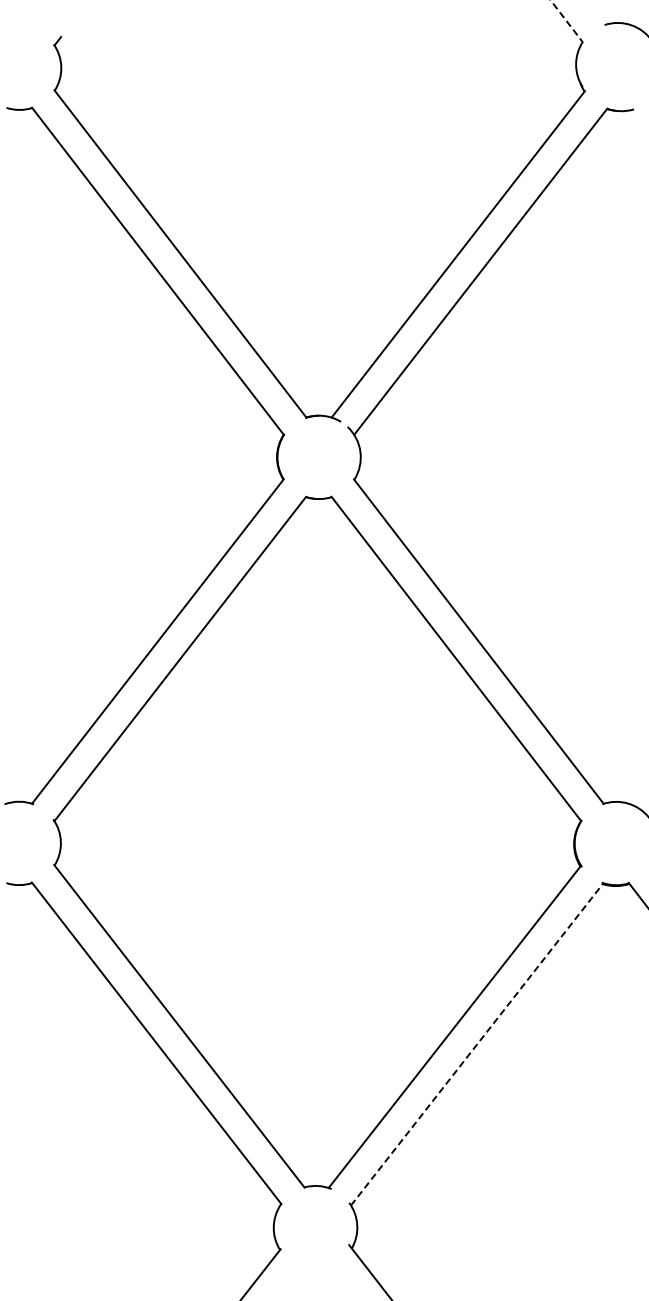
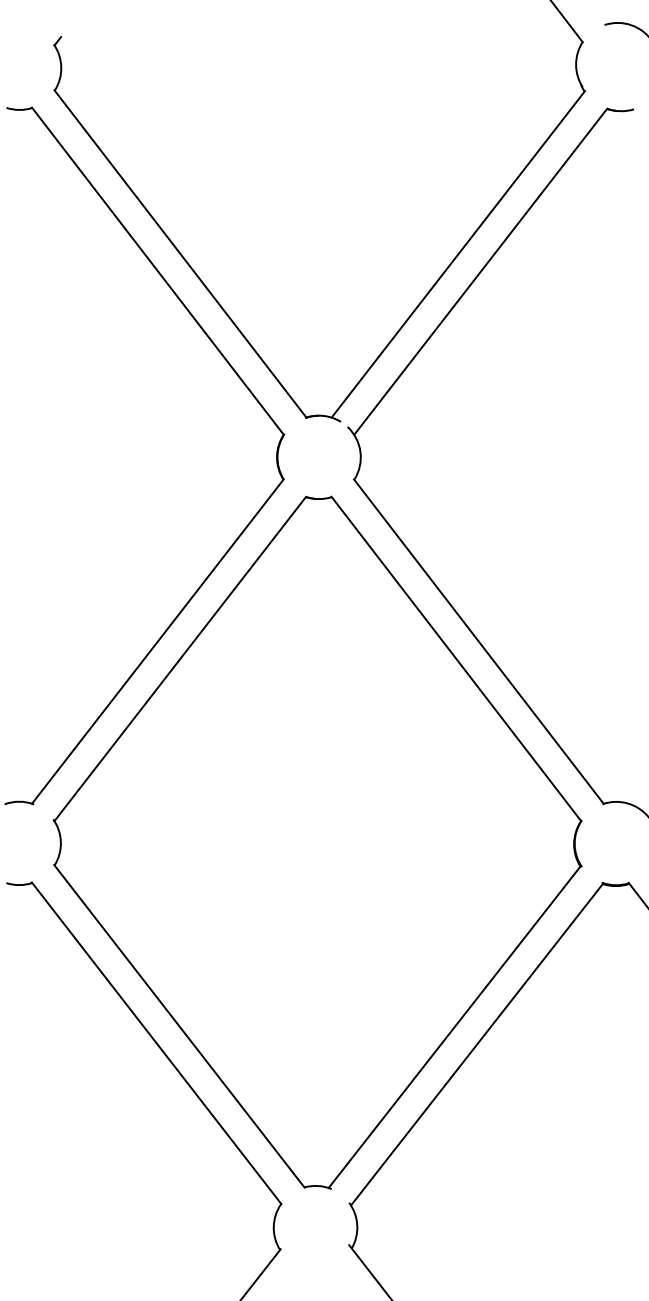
line at (566, 21): dashed -> solid
line at (477, 1044): dashed -> solid
